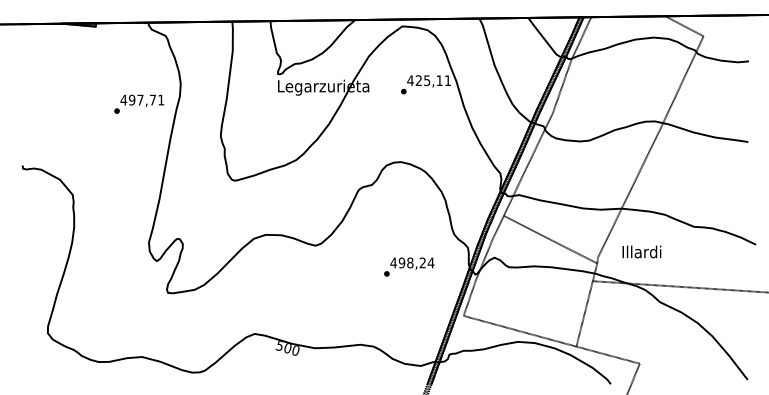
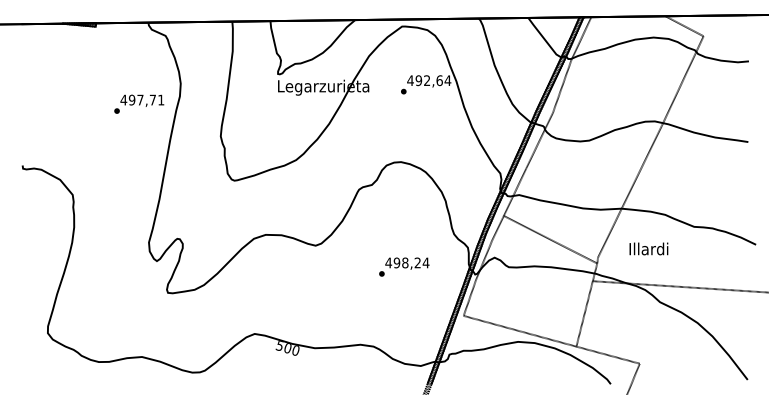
text at (433, 80): 425,11 -> 492,64
text at (641, 251) position: (641, 251) -> (648, 248)
text at (409, 266) position: (409, 266) -> (404, 266)
